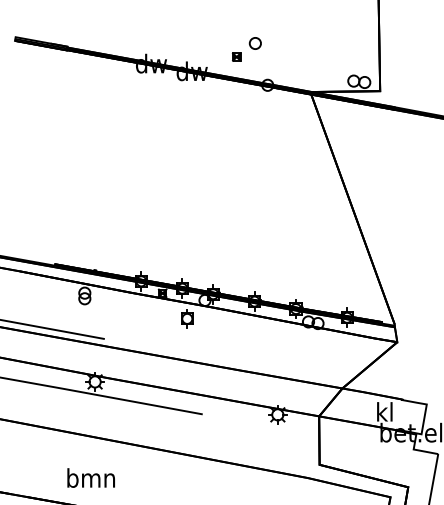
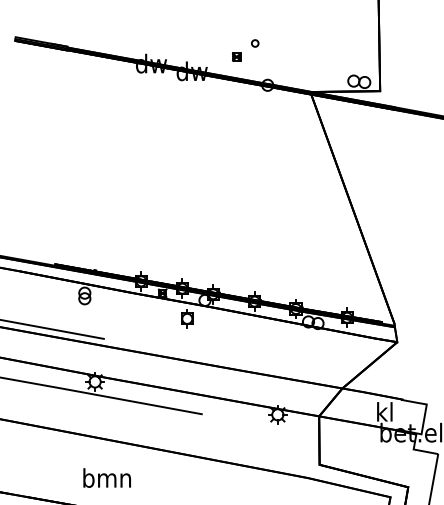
part at (254, 43) size: 14x13 px -> 9x9 px
text at (90, 477) position: (90, 477) -> (106, 477)
